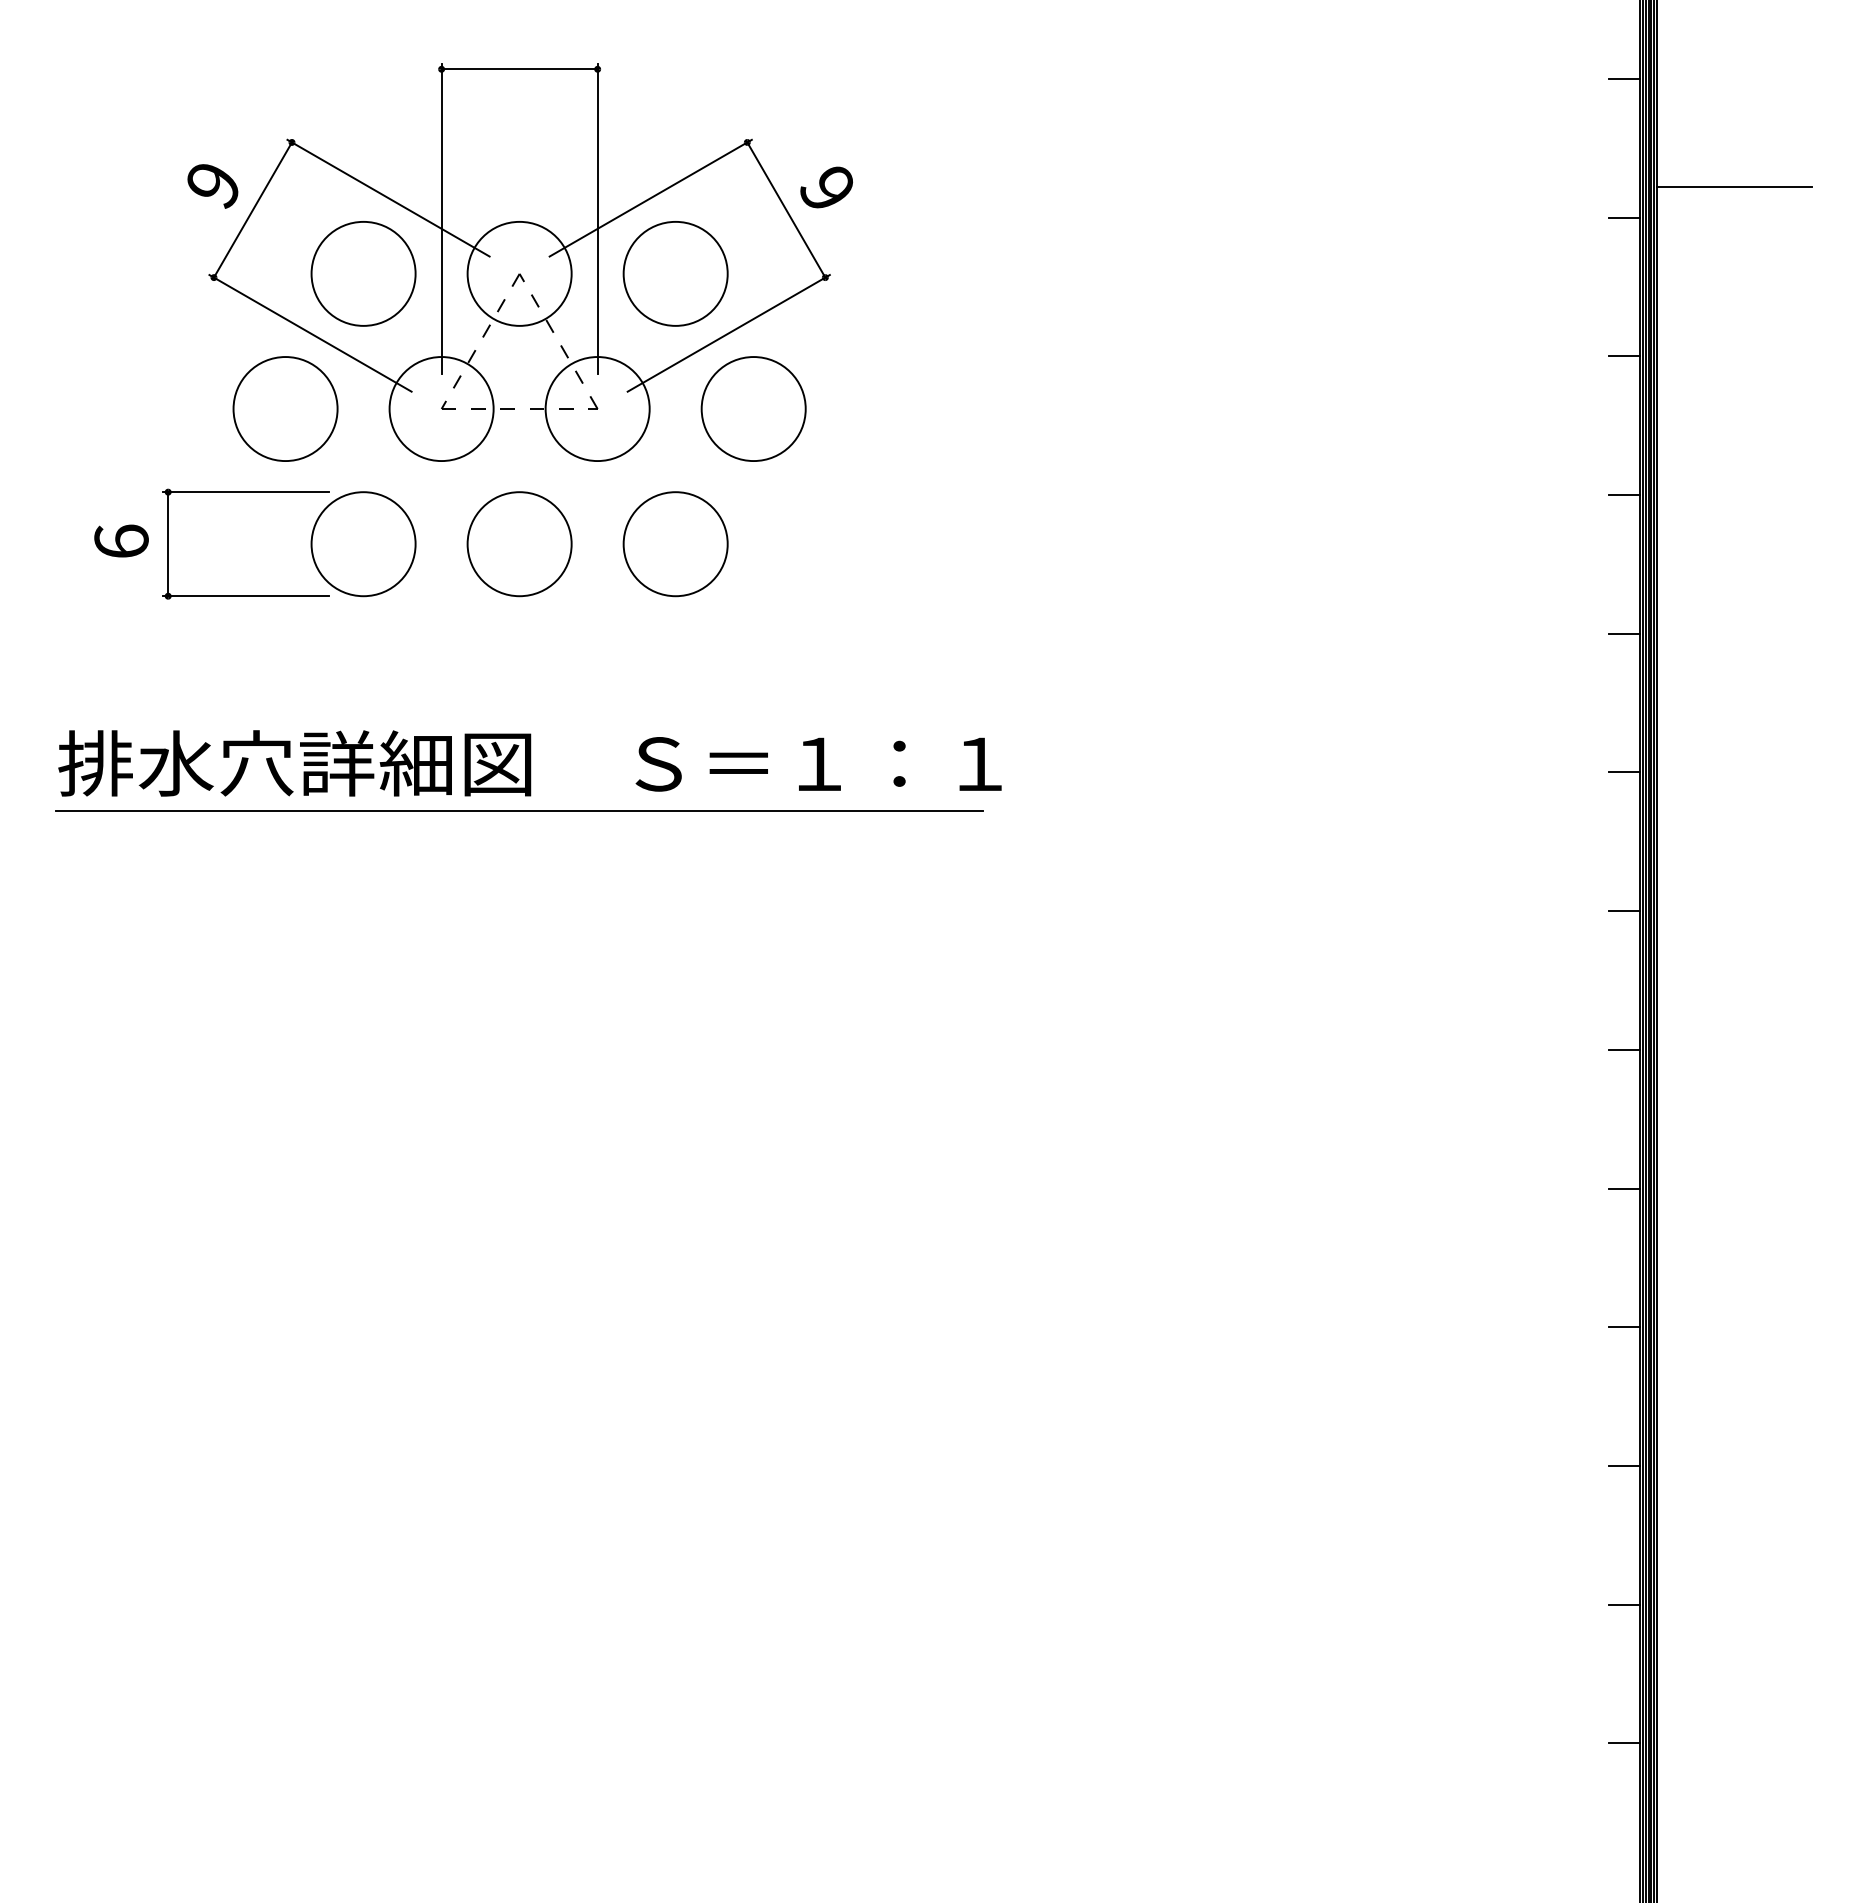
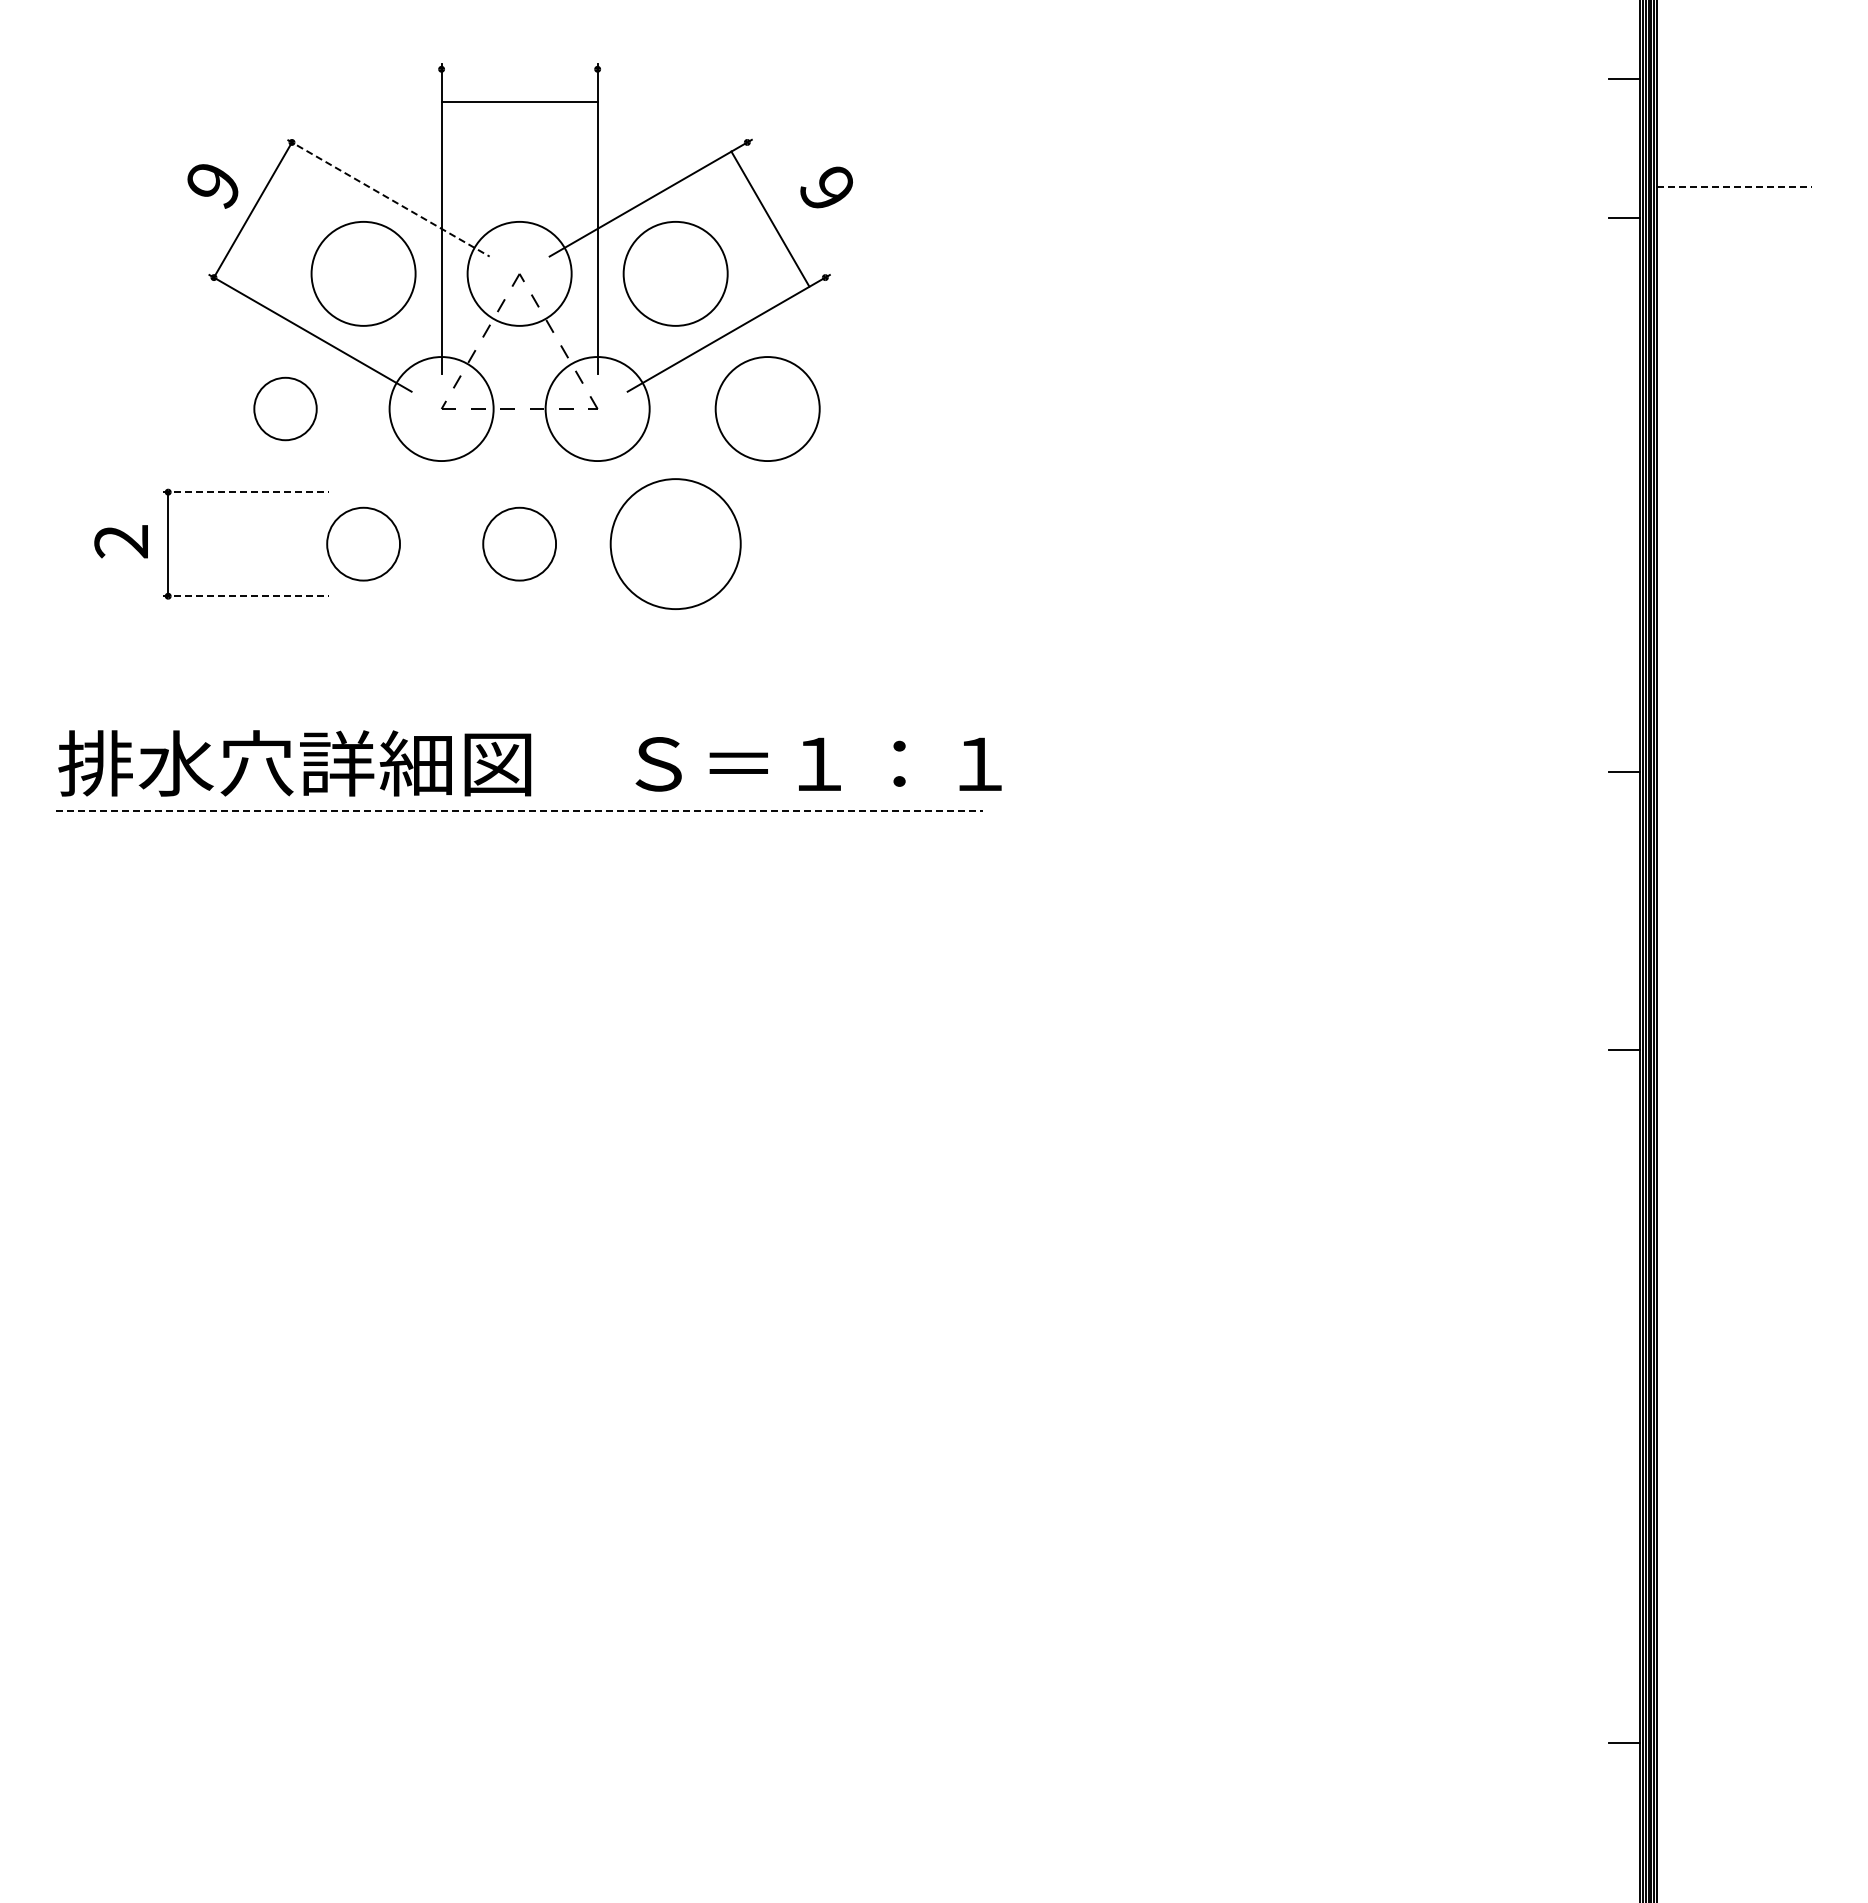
line at (519, 69) position: (519, 69) -> (519, 102)
line at (1735, 187): solid -> dashed
line at (388, 198): solid -> dashed
line at (786, 209) position: (786, 209) -> (770, 218)
line at (1623, 356): present -> none
circle at (285, 408) size: 107x106 px -> 65x66 px
circle at (753, 408) position: (753, 408) -> (767, 408)
line at (245, 492): solid -> dashed
line at (1623, 495): present -> none
text at (121, 541): 6 -> 2
circle at (363, 544) diameter: 104 px -> 73 px
circle at (519, 544) diameter: 104 px -> 73 px
circle at (675, 544) size: 107x107 px -> 133x132 px
line at (245, 596): solid -> dashed
line at (1623, 633): present -> none
line at (519, 811): solid -> dashed
line at (1623, 911): present -> none
line at (1623, 1188): present -> none
line at (1623, 1327): present -> none
line at (1623, 1465): present -> none
line at (1623, 1604): present -> none
